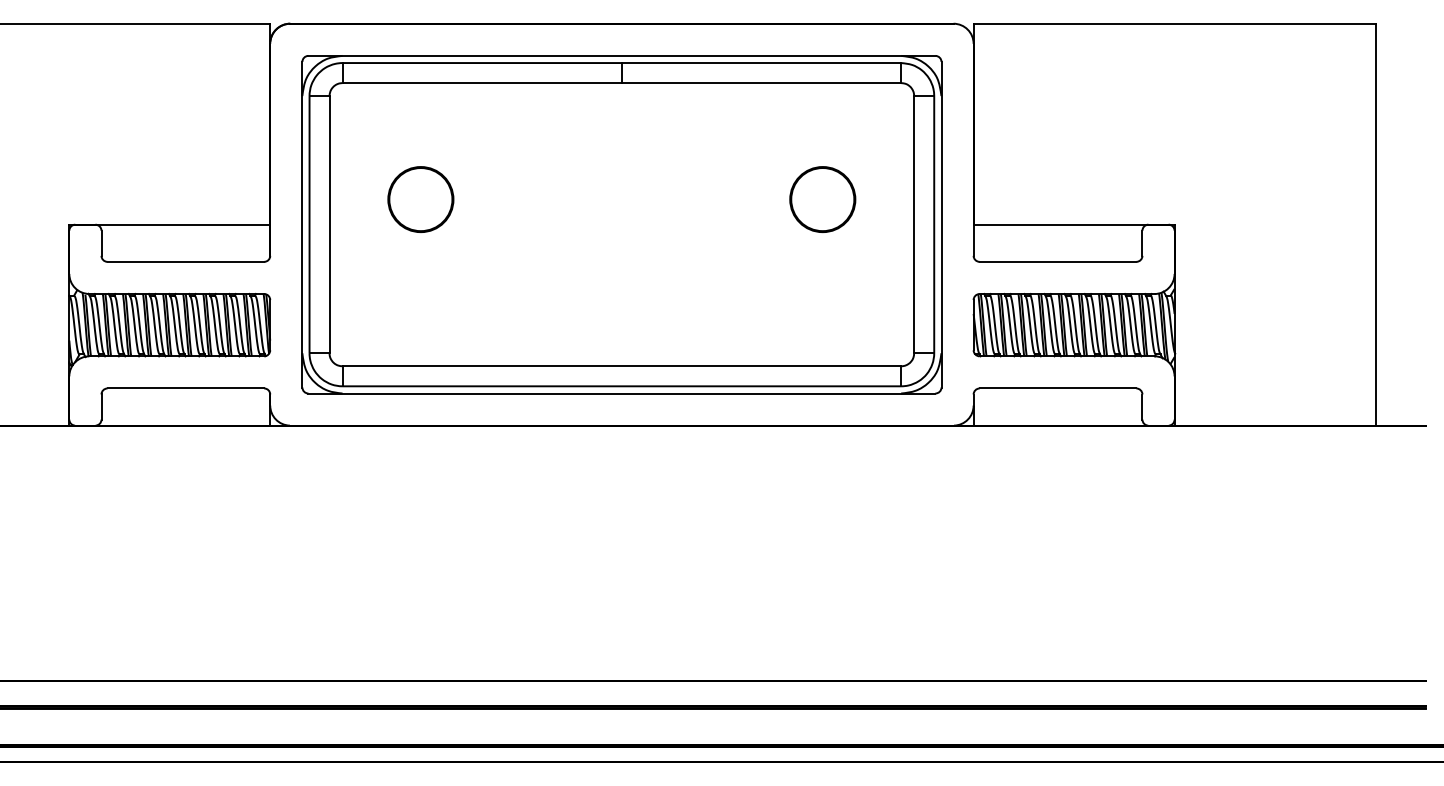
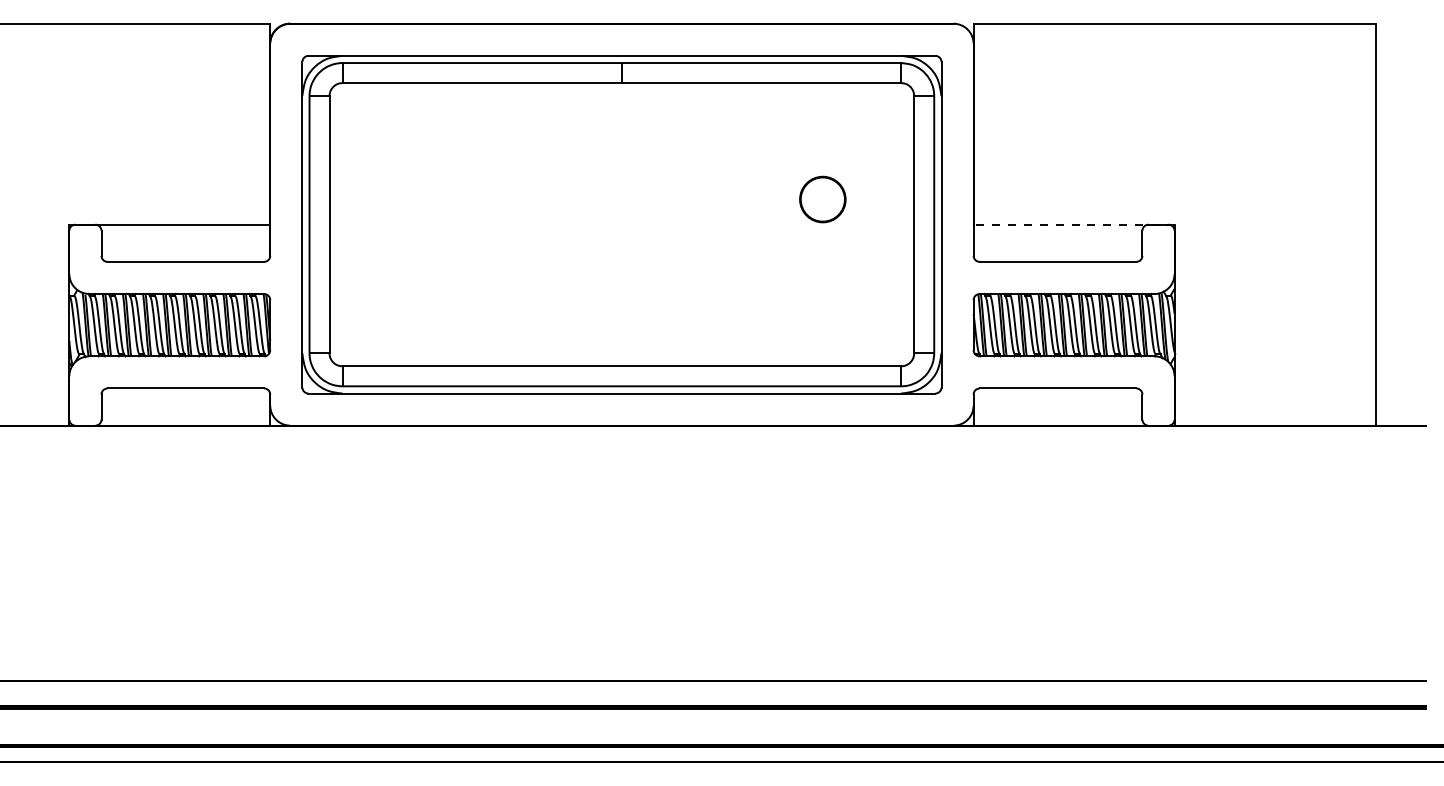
circle at (420, 199): present -> none
circle at (822, 199) size: 68x67 px -> 48x49 px
line at (1073, 224): solid -> dashed
